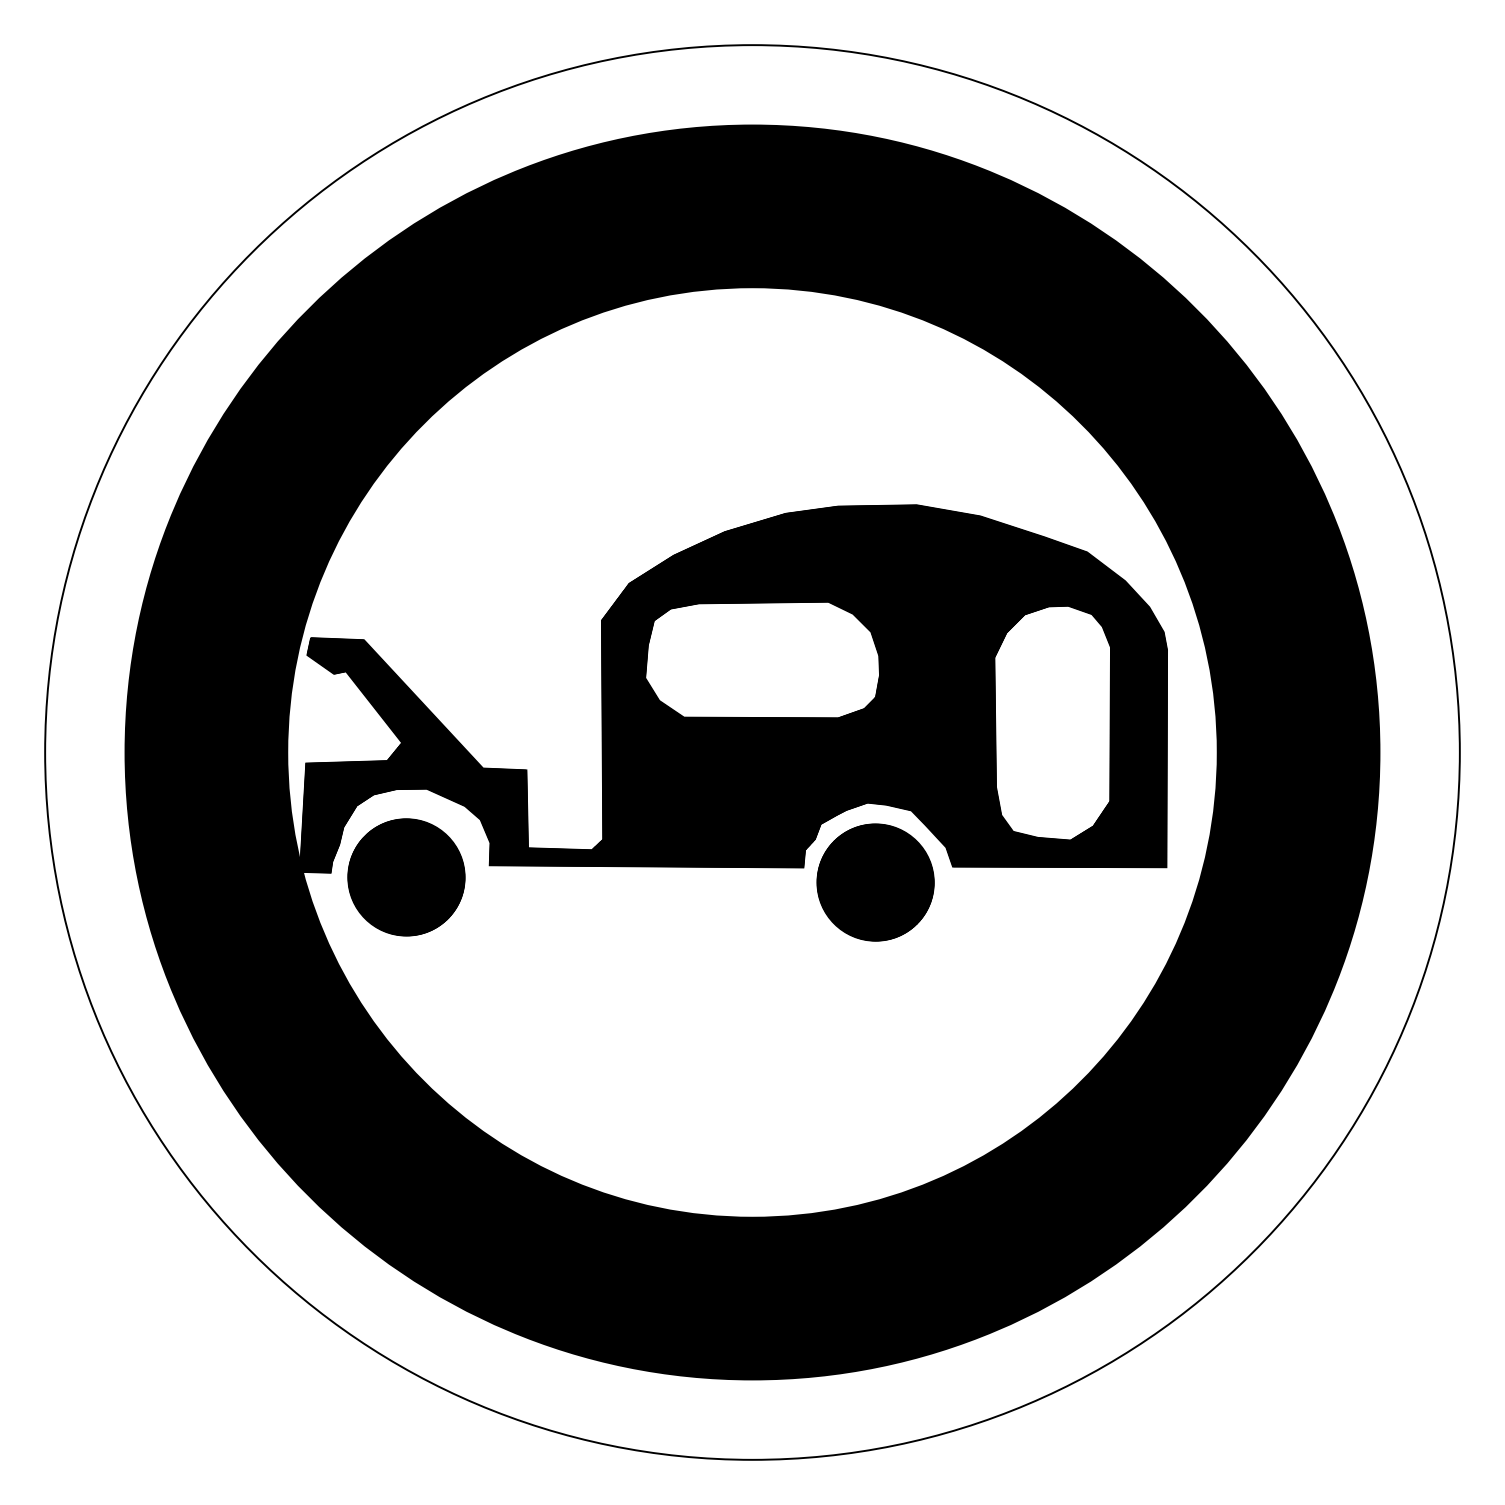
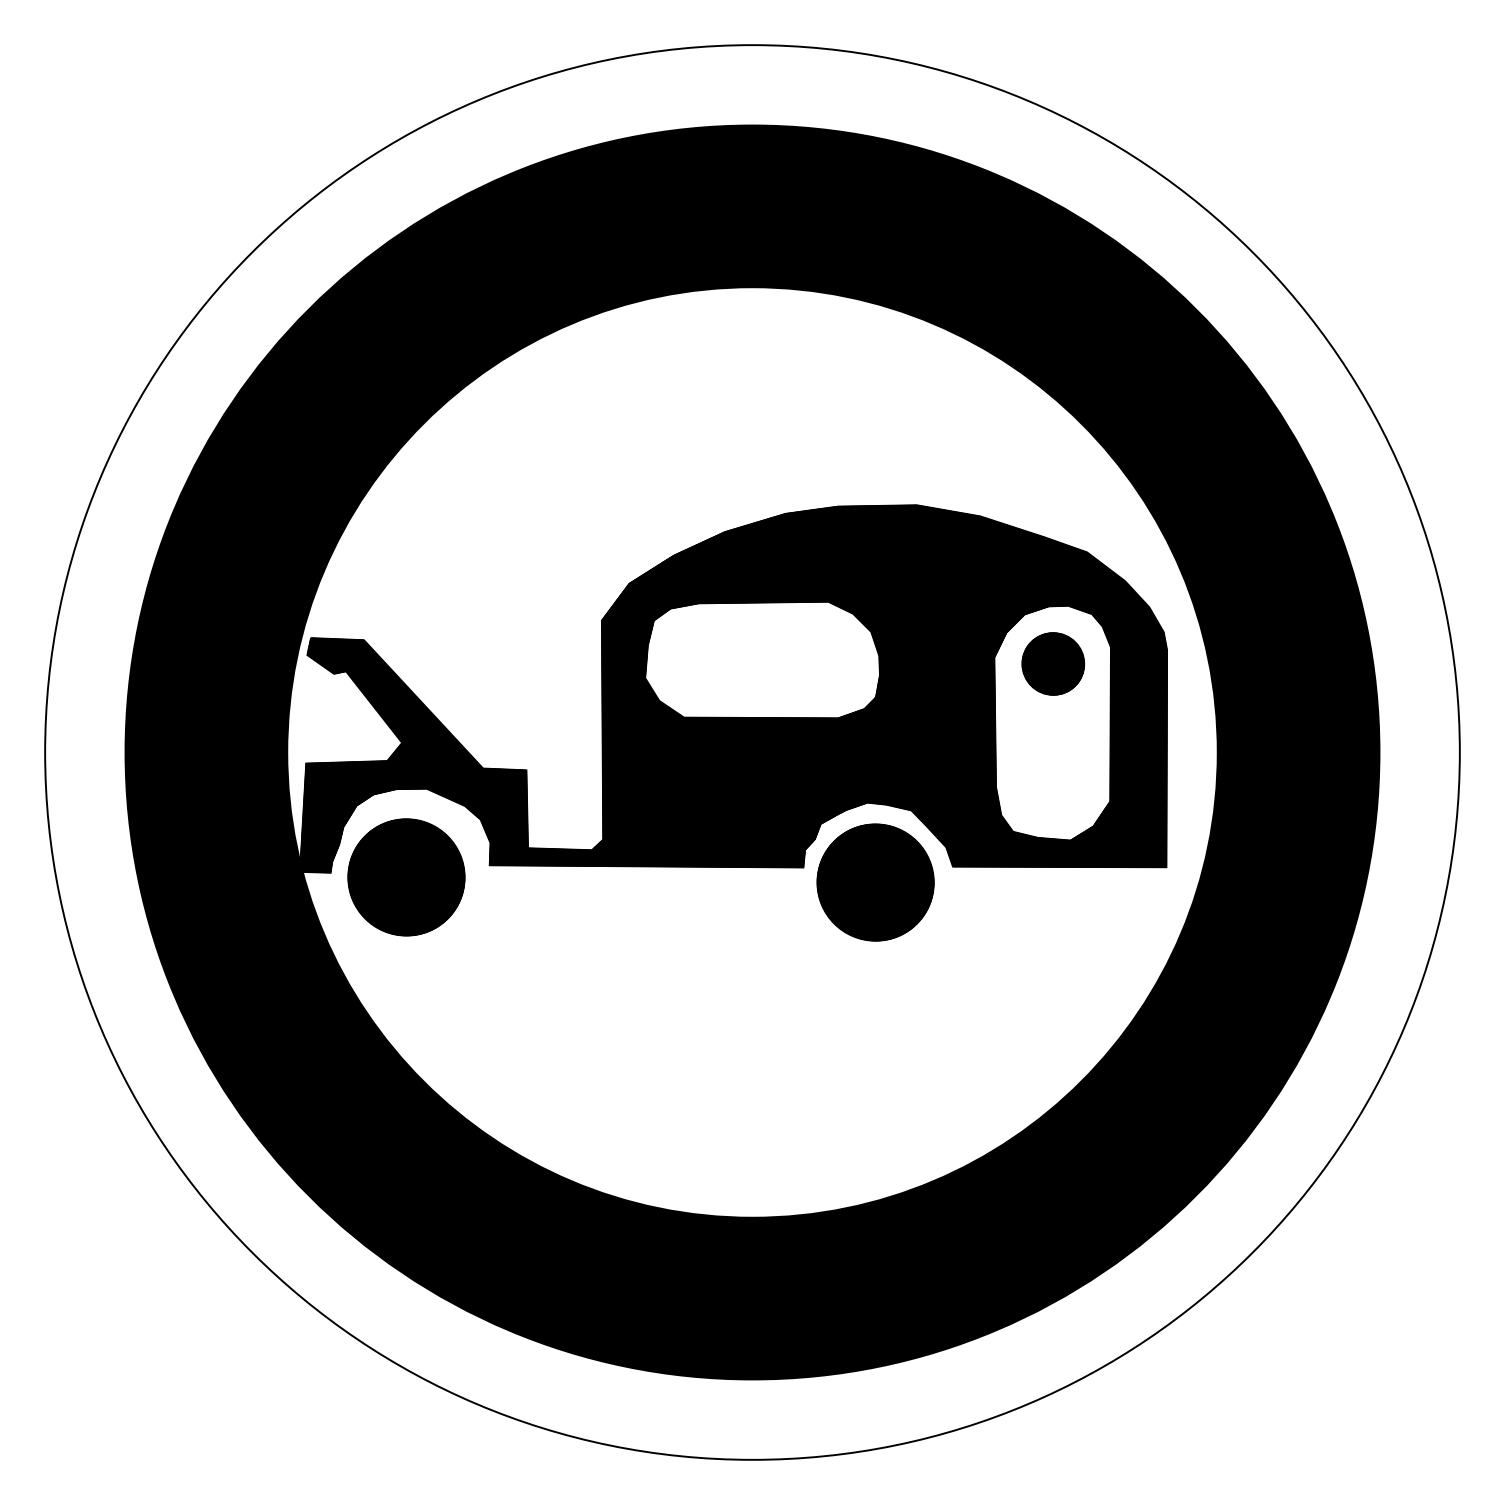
part at (1053, 663): none -> present
